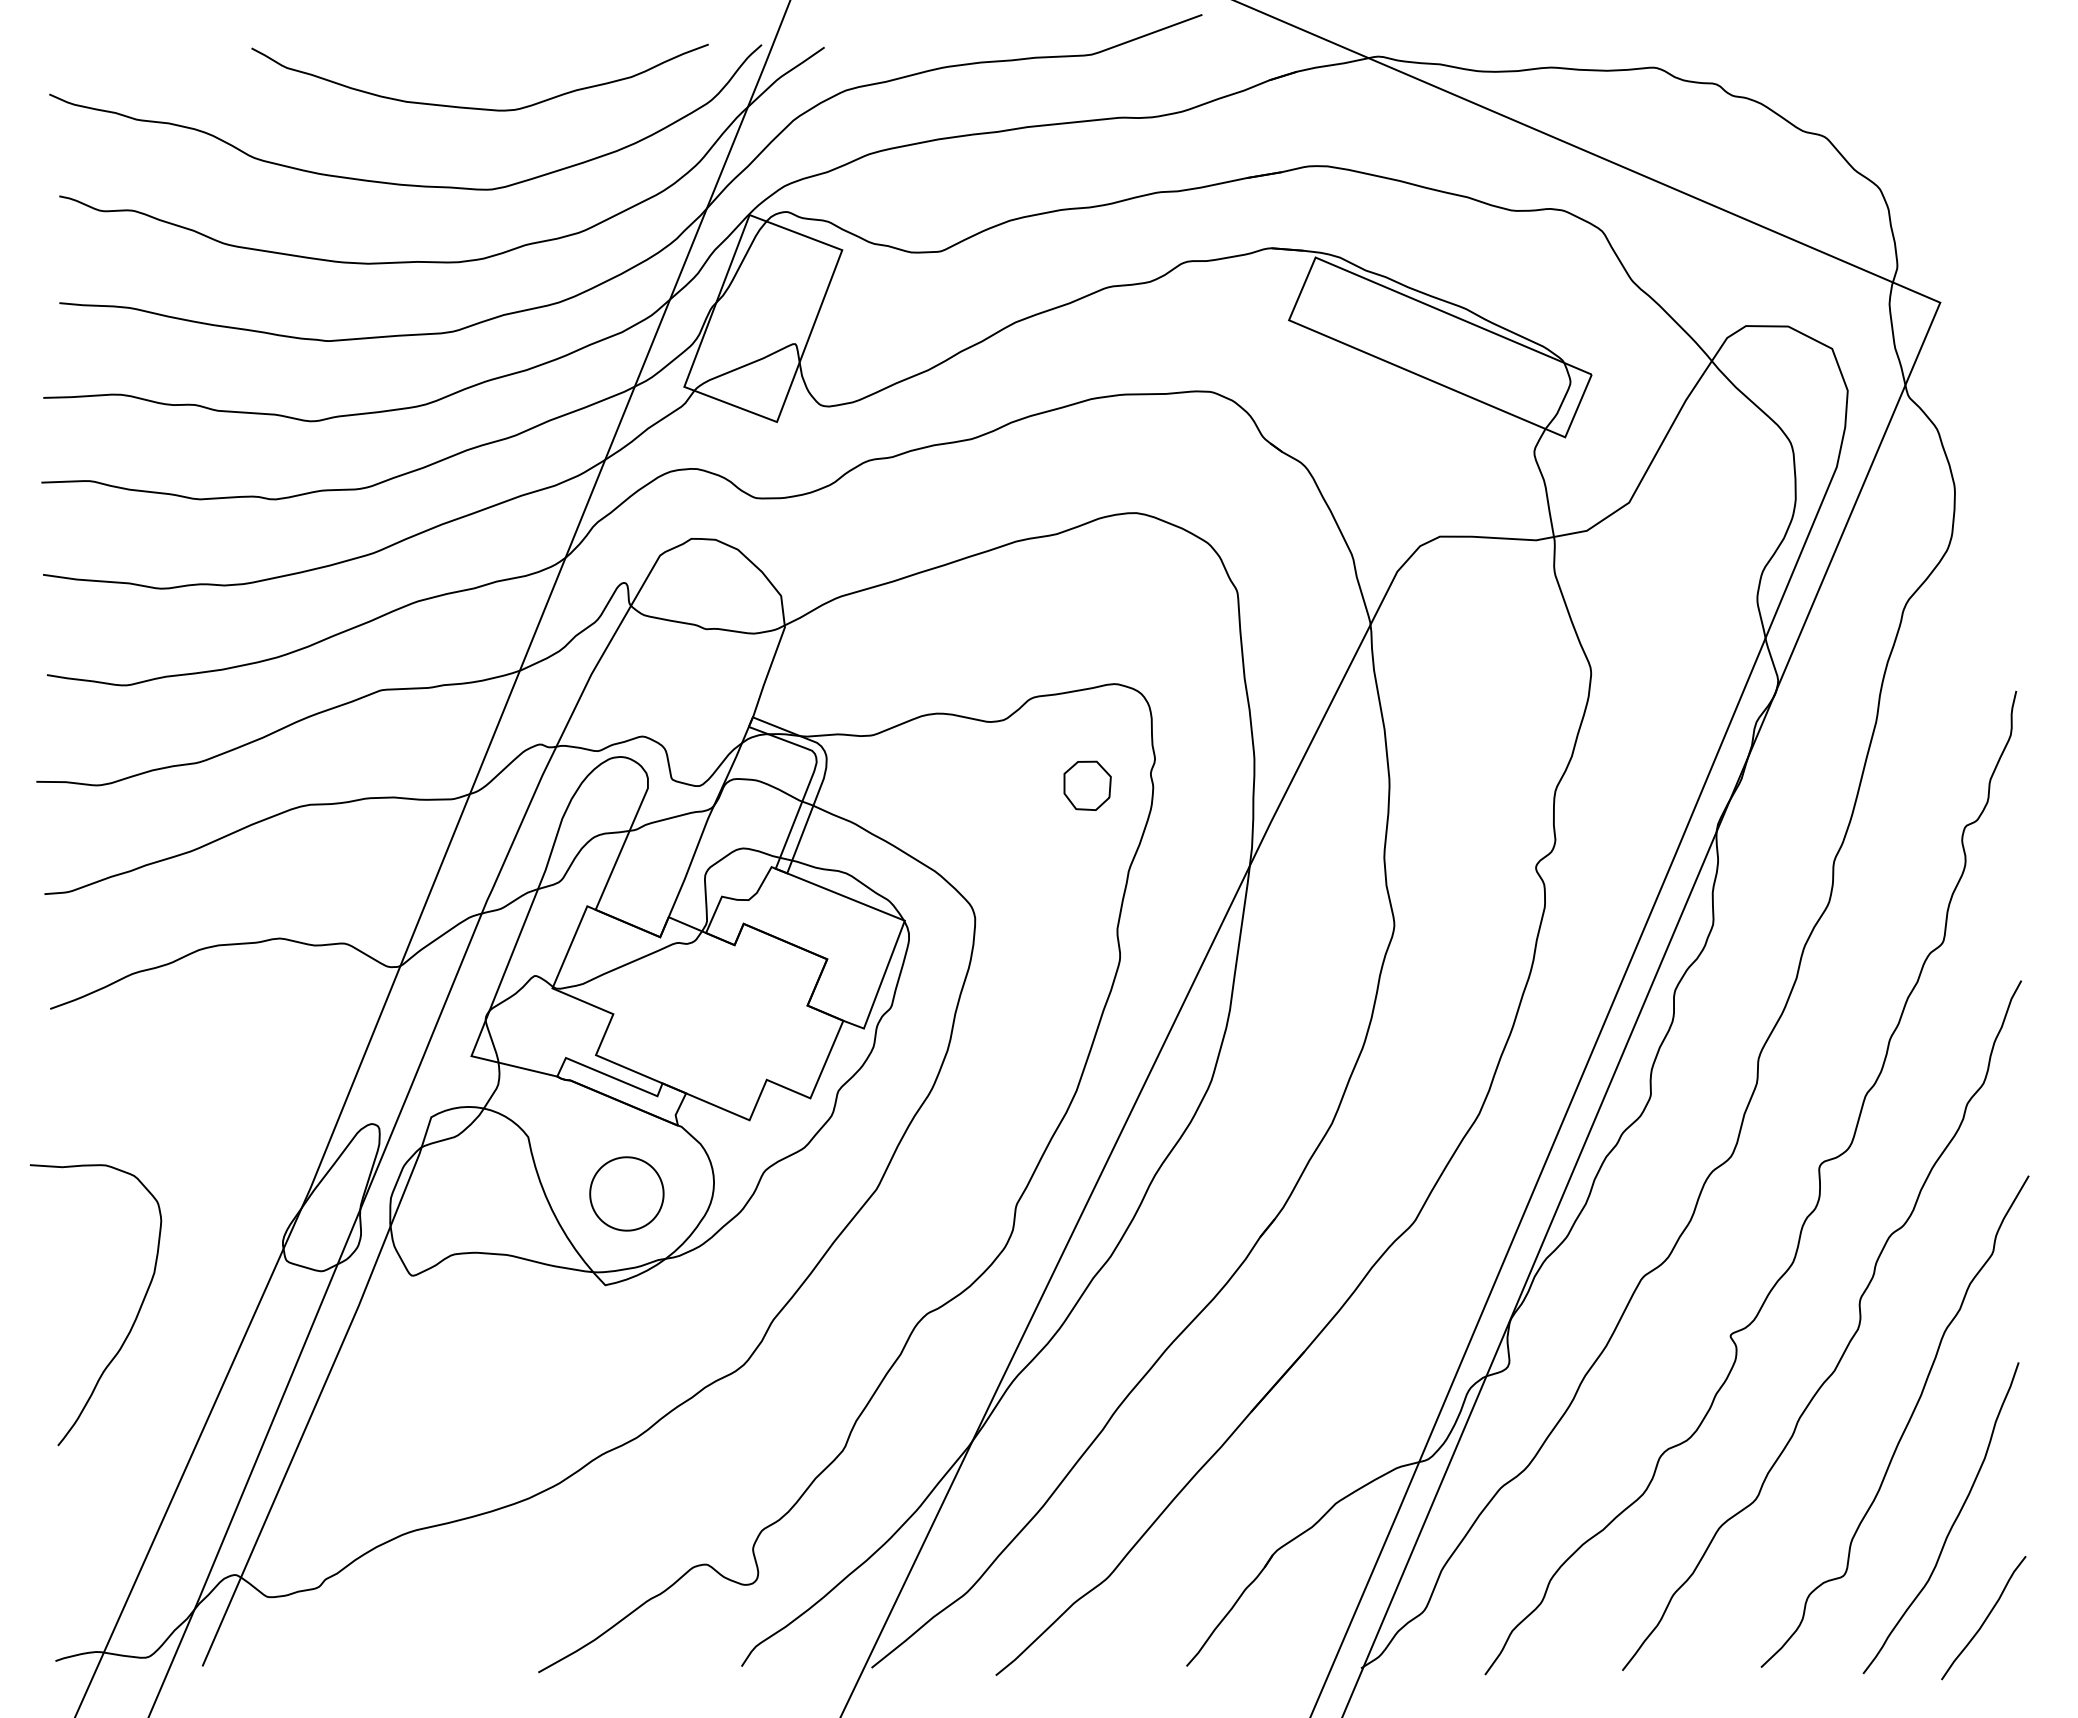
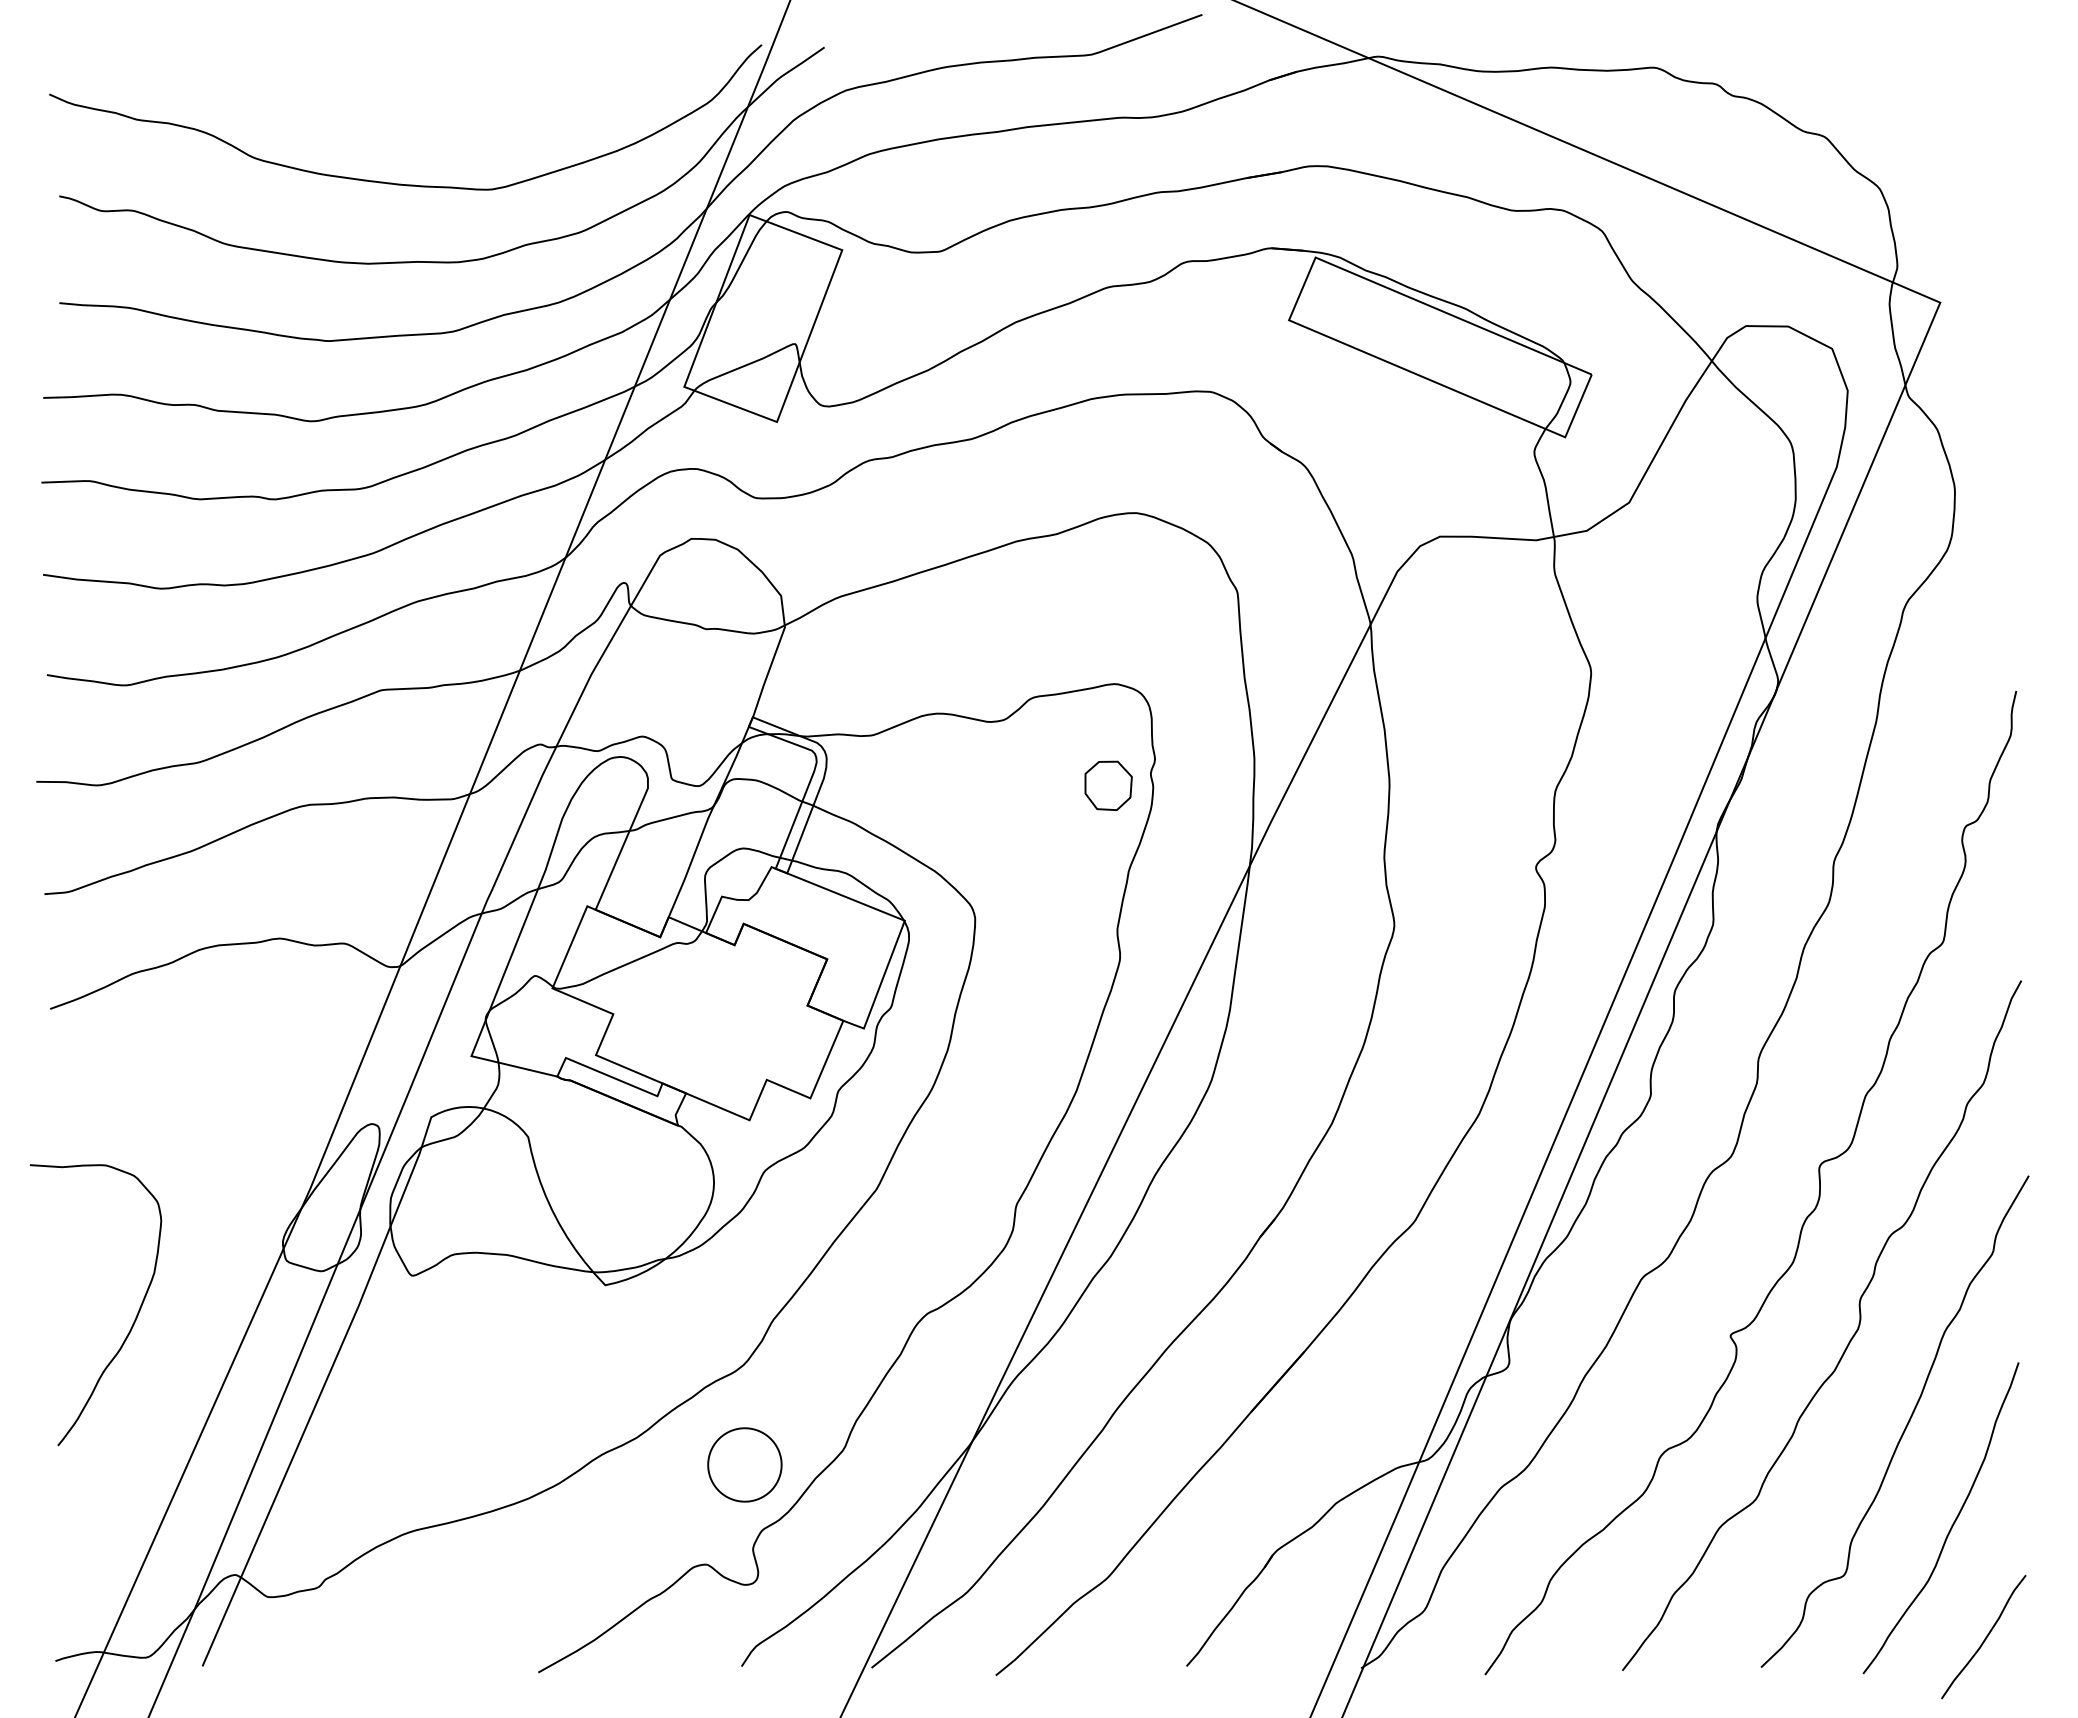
curve at (476, 107): present -> none
part at (1087, 785) position: (1087, 785) -> (1108, 785)
part at (626, 1193) position: (626, 1193) -> (744, 1464)
curve at (1984, 1619) position: (1984, 1619) -> (1984, 1638)
